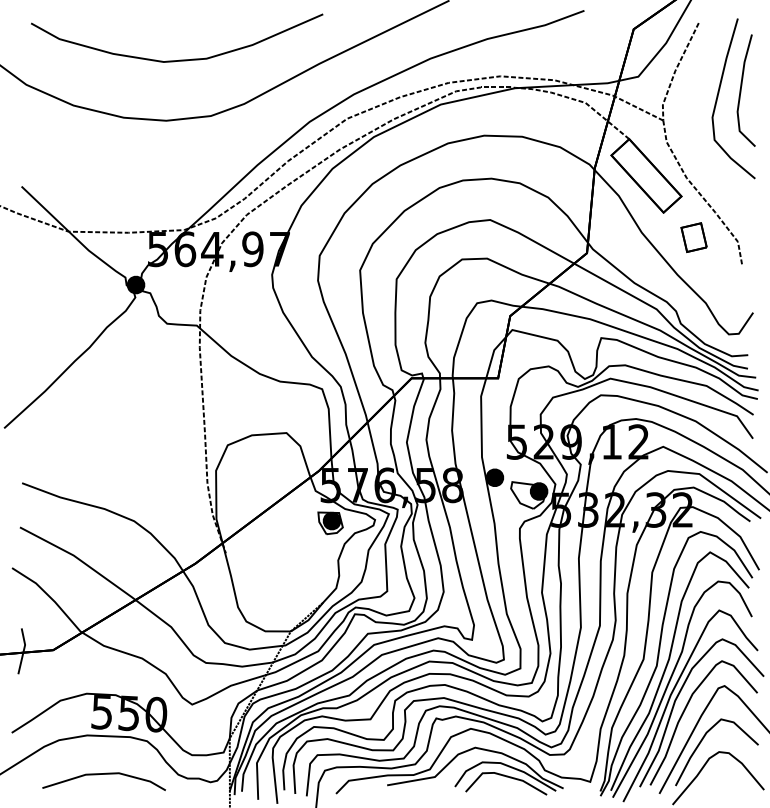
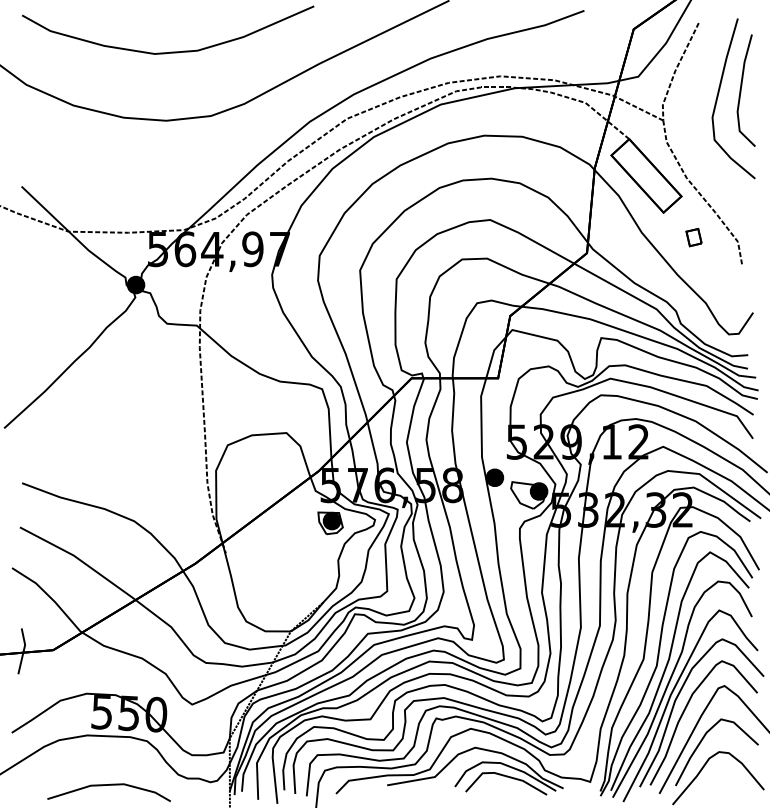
curve at (179, 59) position: (179, 59) -> (170, 51)
part at (693, 237) size: 28x31 px -> 18x21 px
line at (103, 774) position: (103, 774) -> (108, 785)
